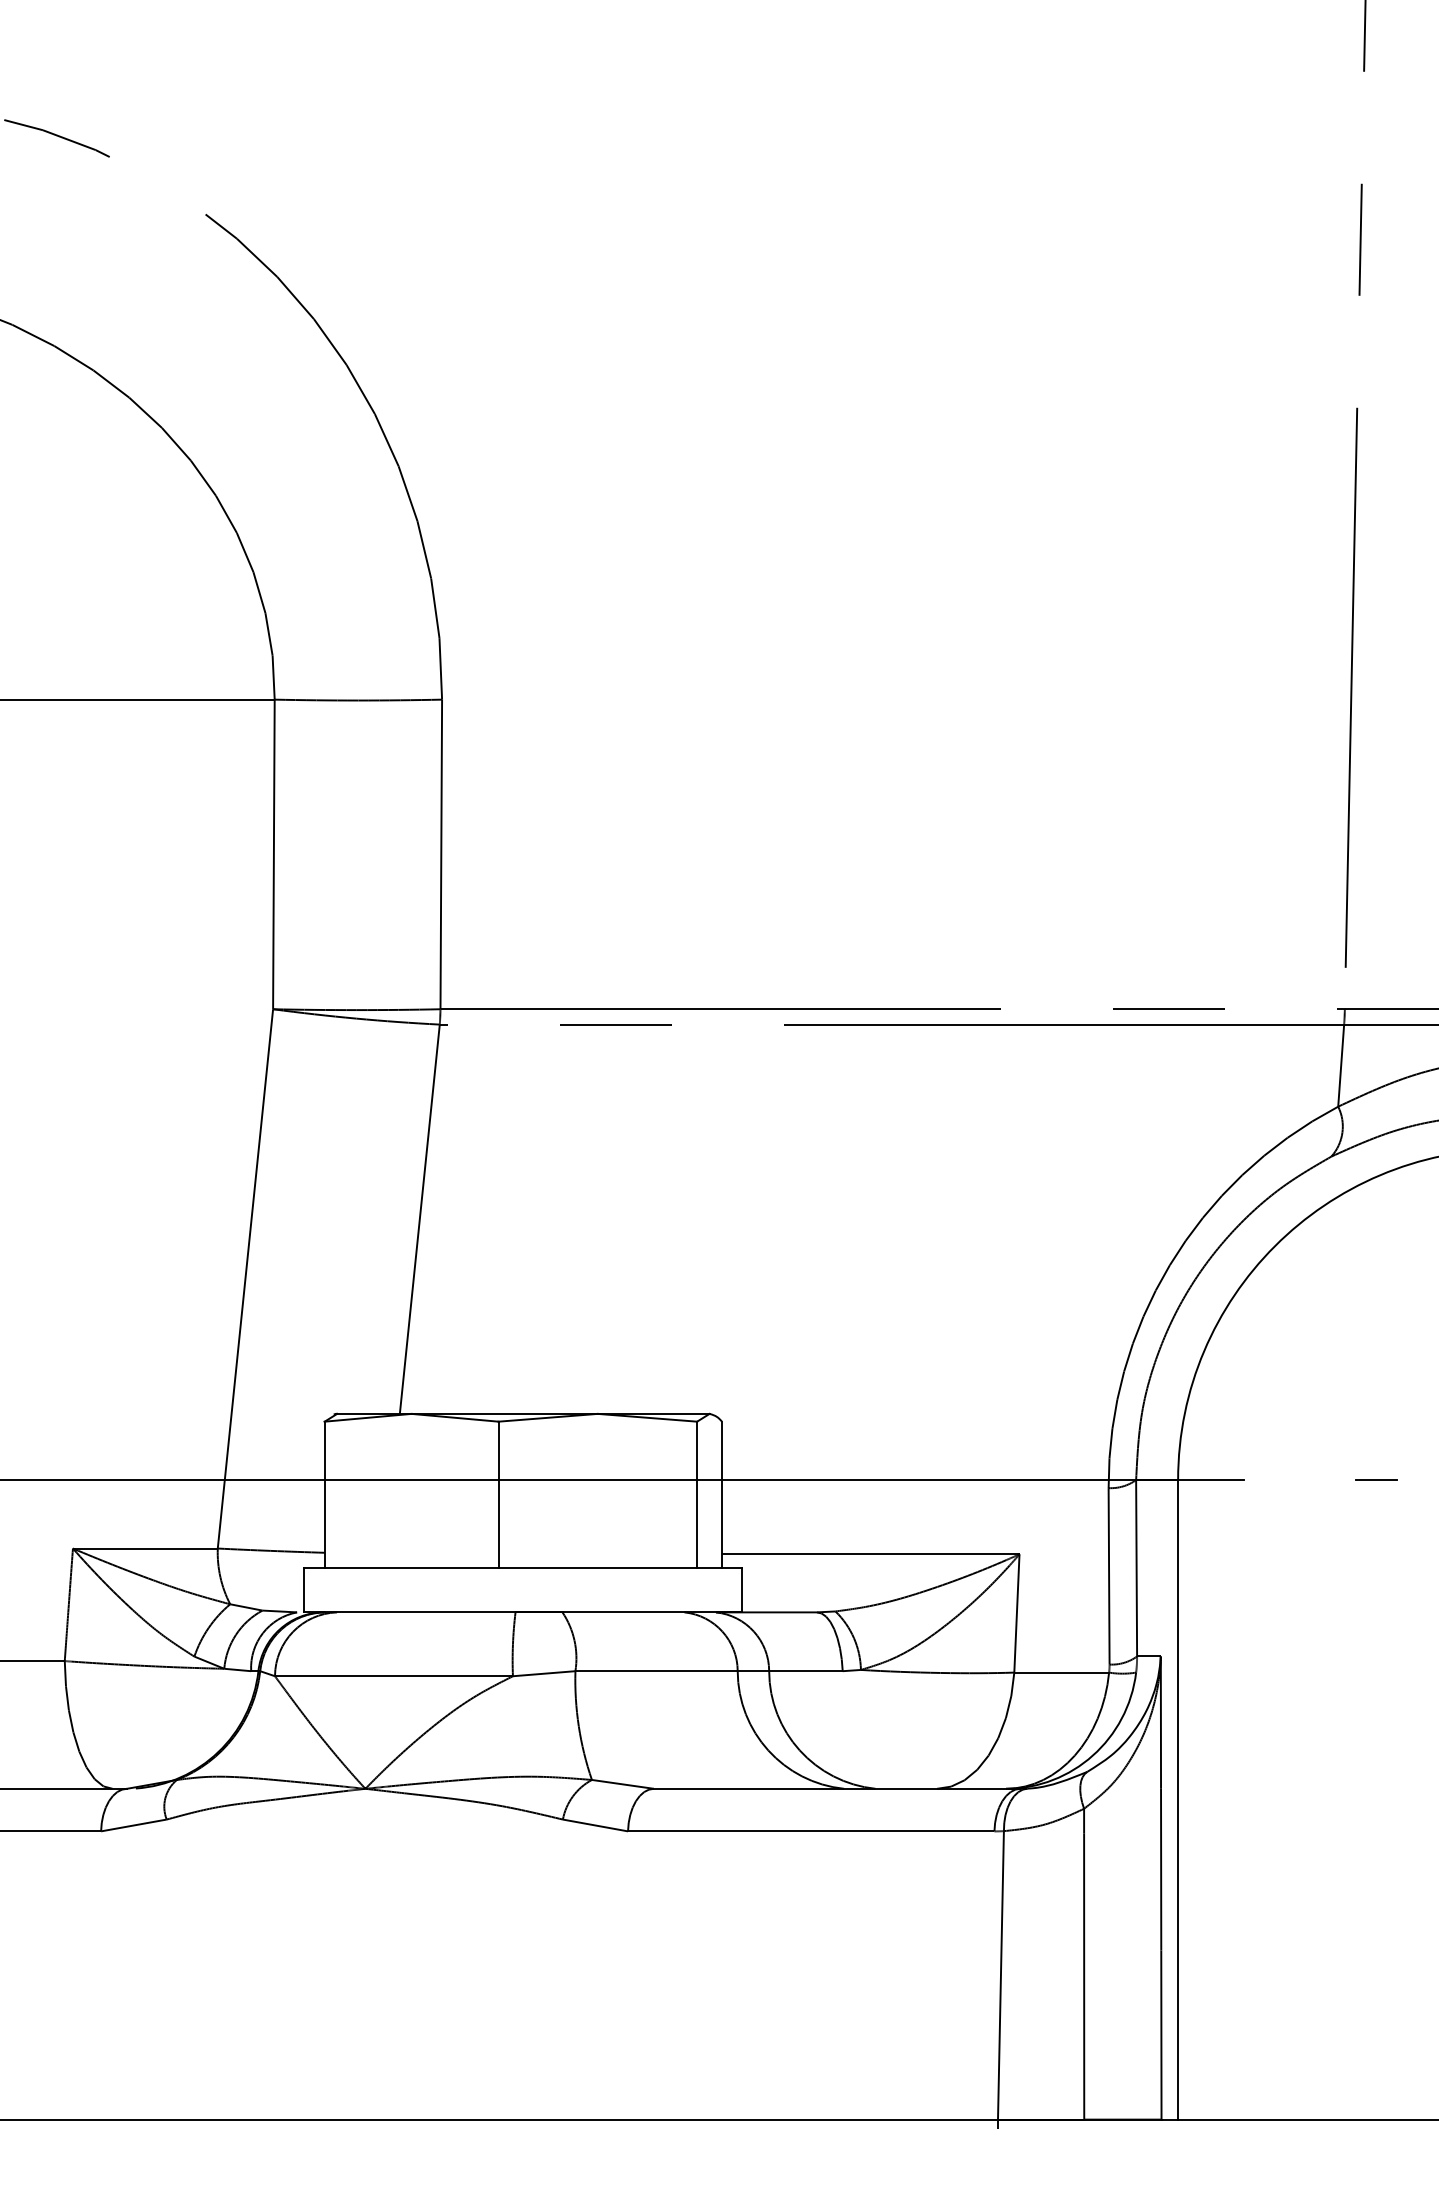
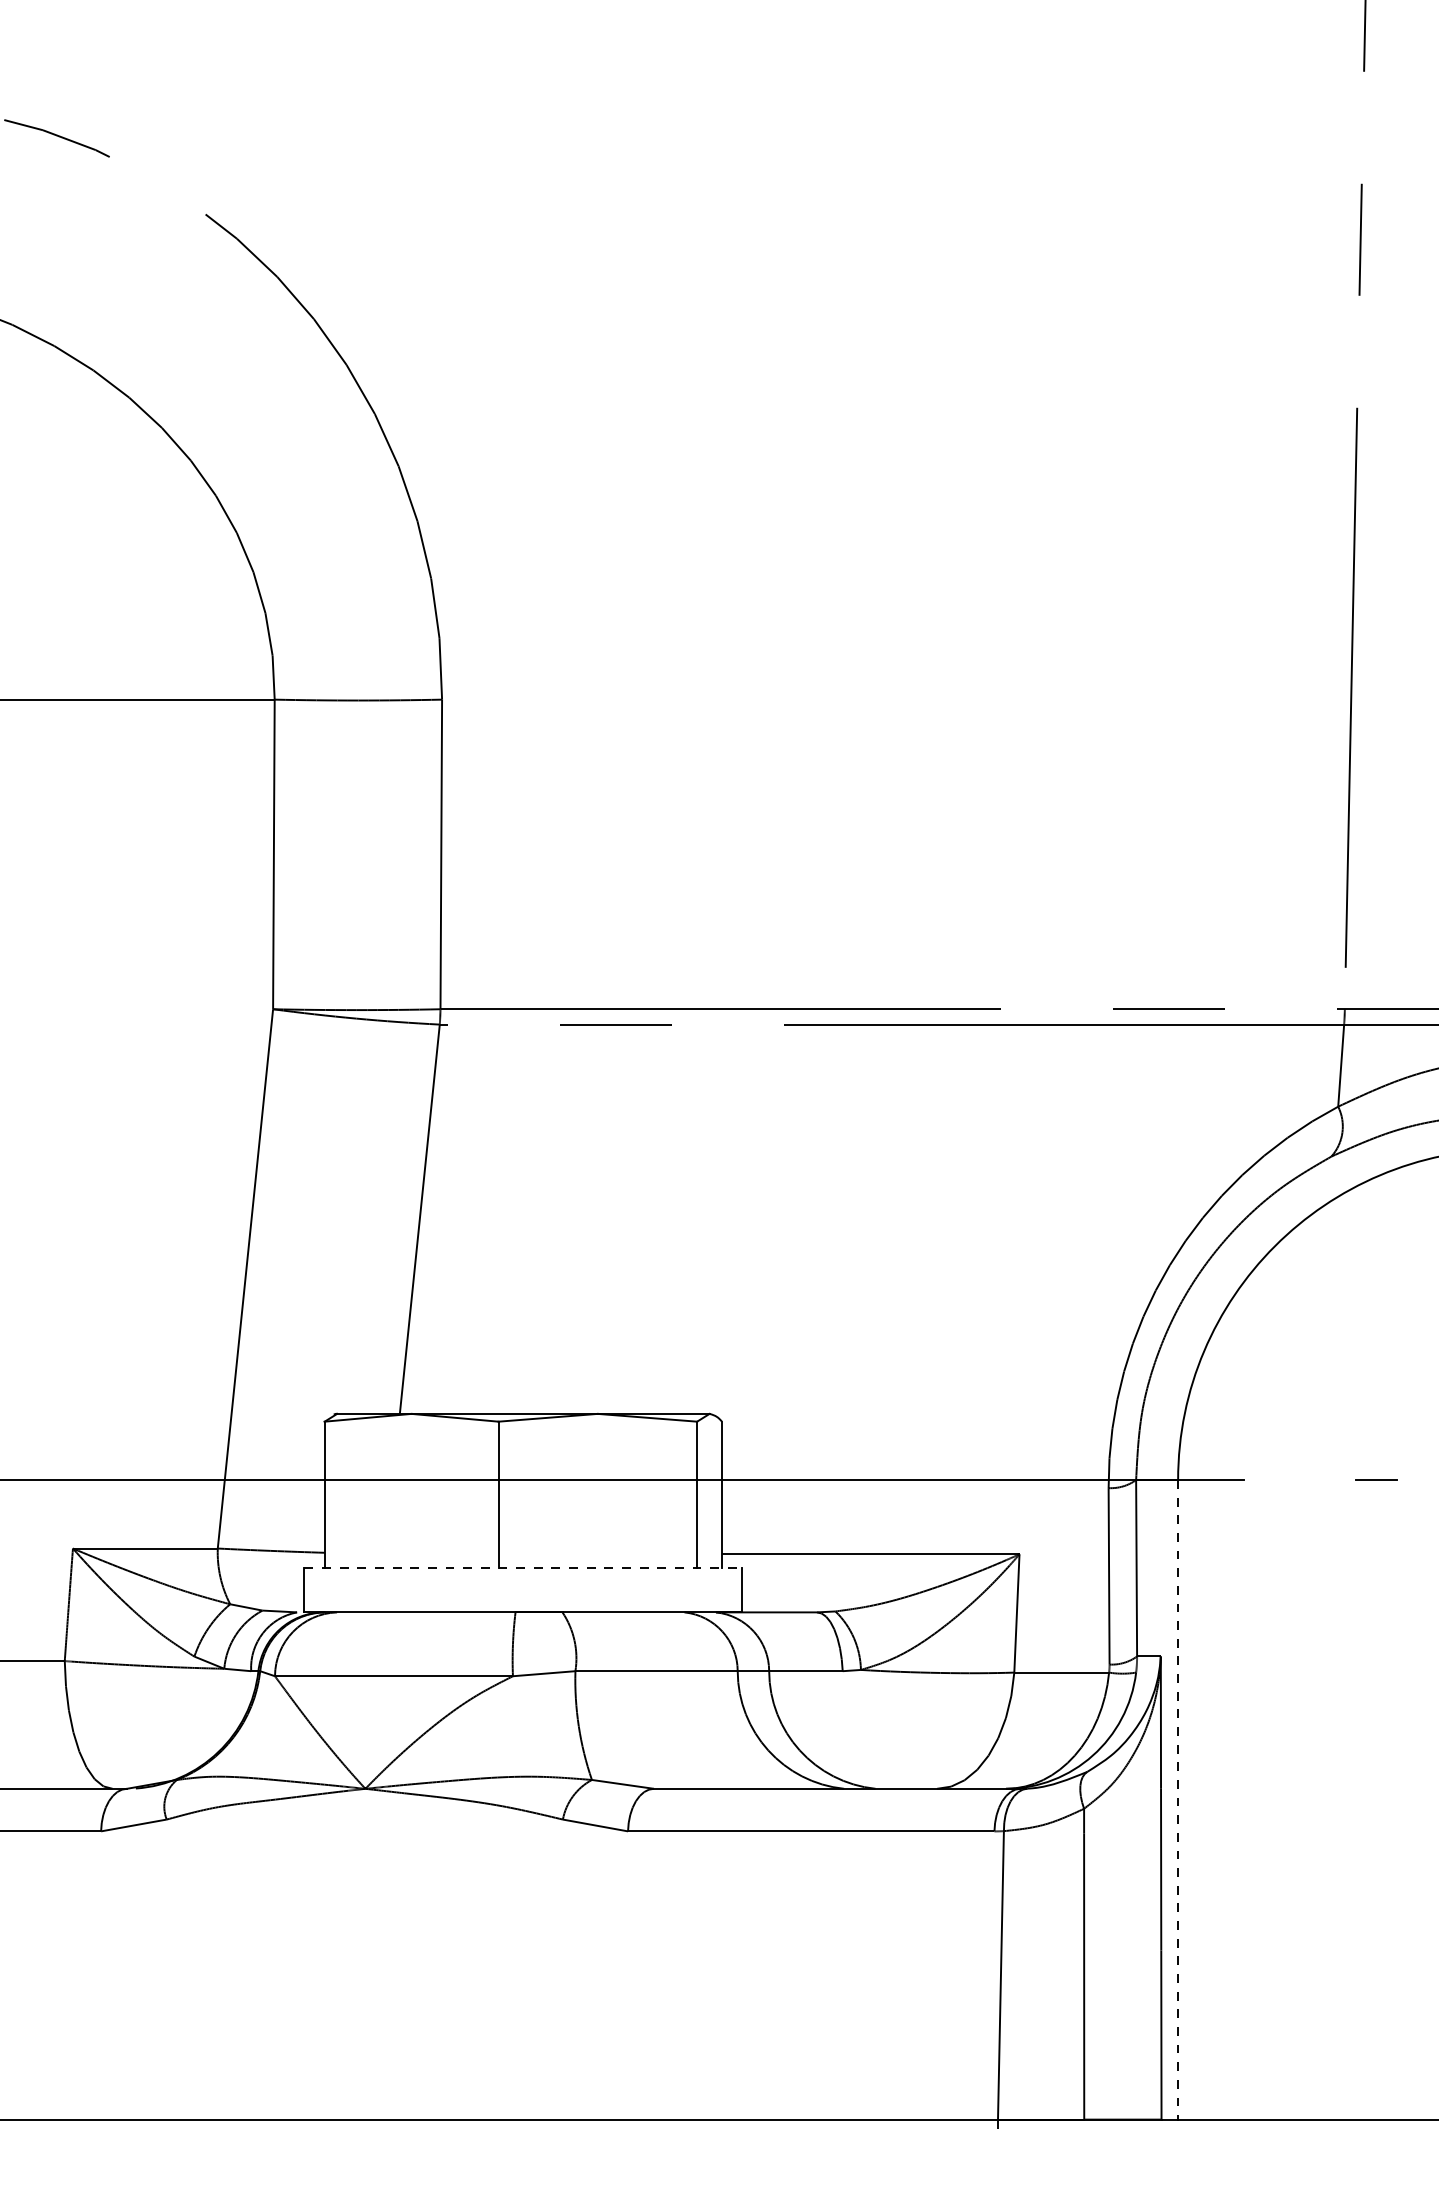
line at (523, 1568): solid -> dashed
line at (1178, 1799): solid -> dashed
